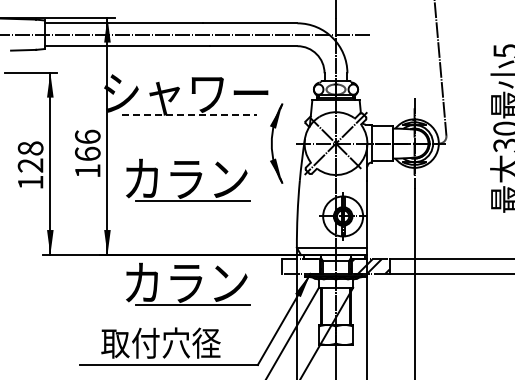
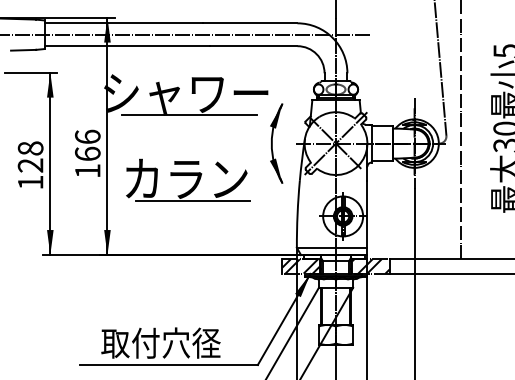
line at (189, 115): dashed -> solid
line at (460, 130): none -> present
hatch at (300, 266): none -> present
part at (188, 283): present -> none
